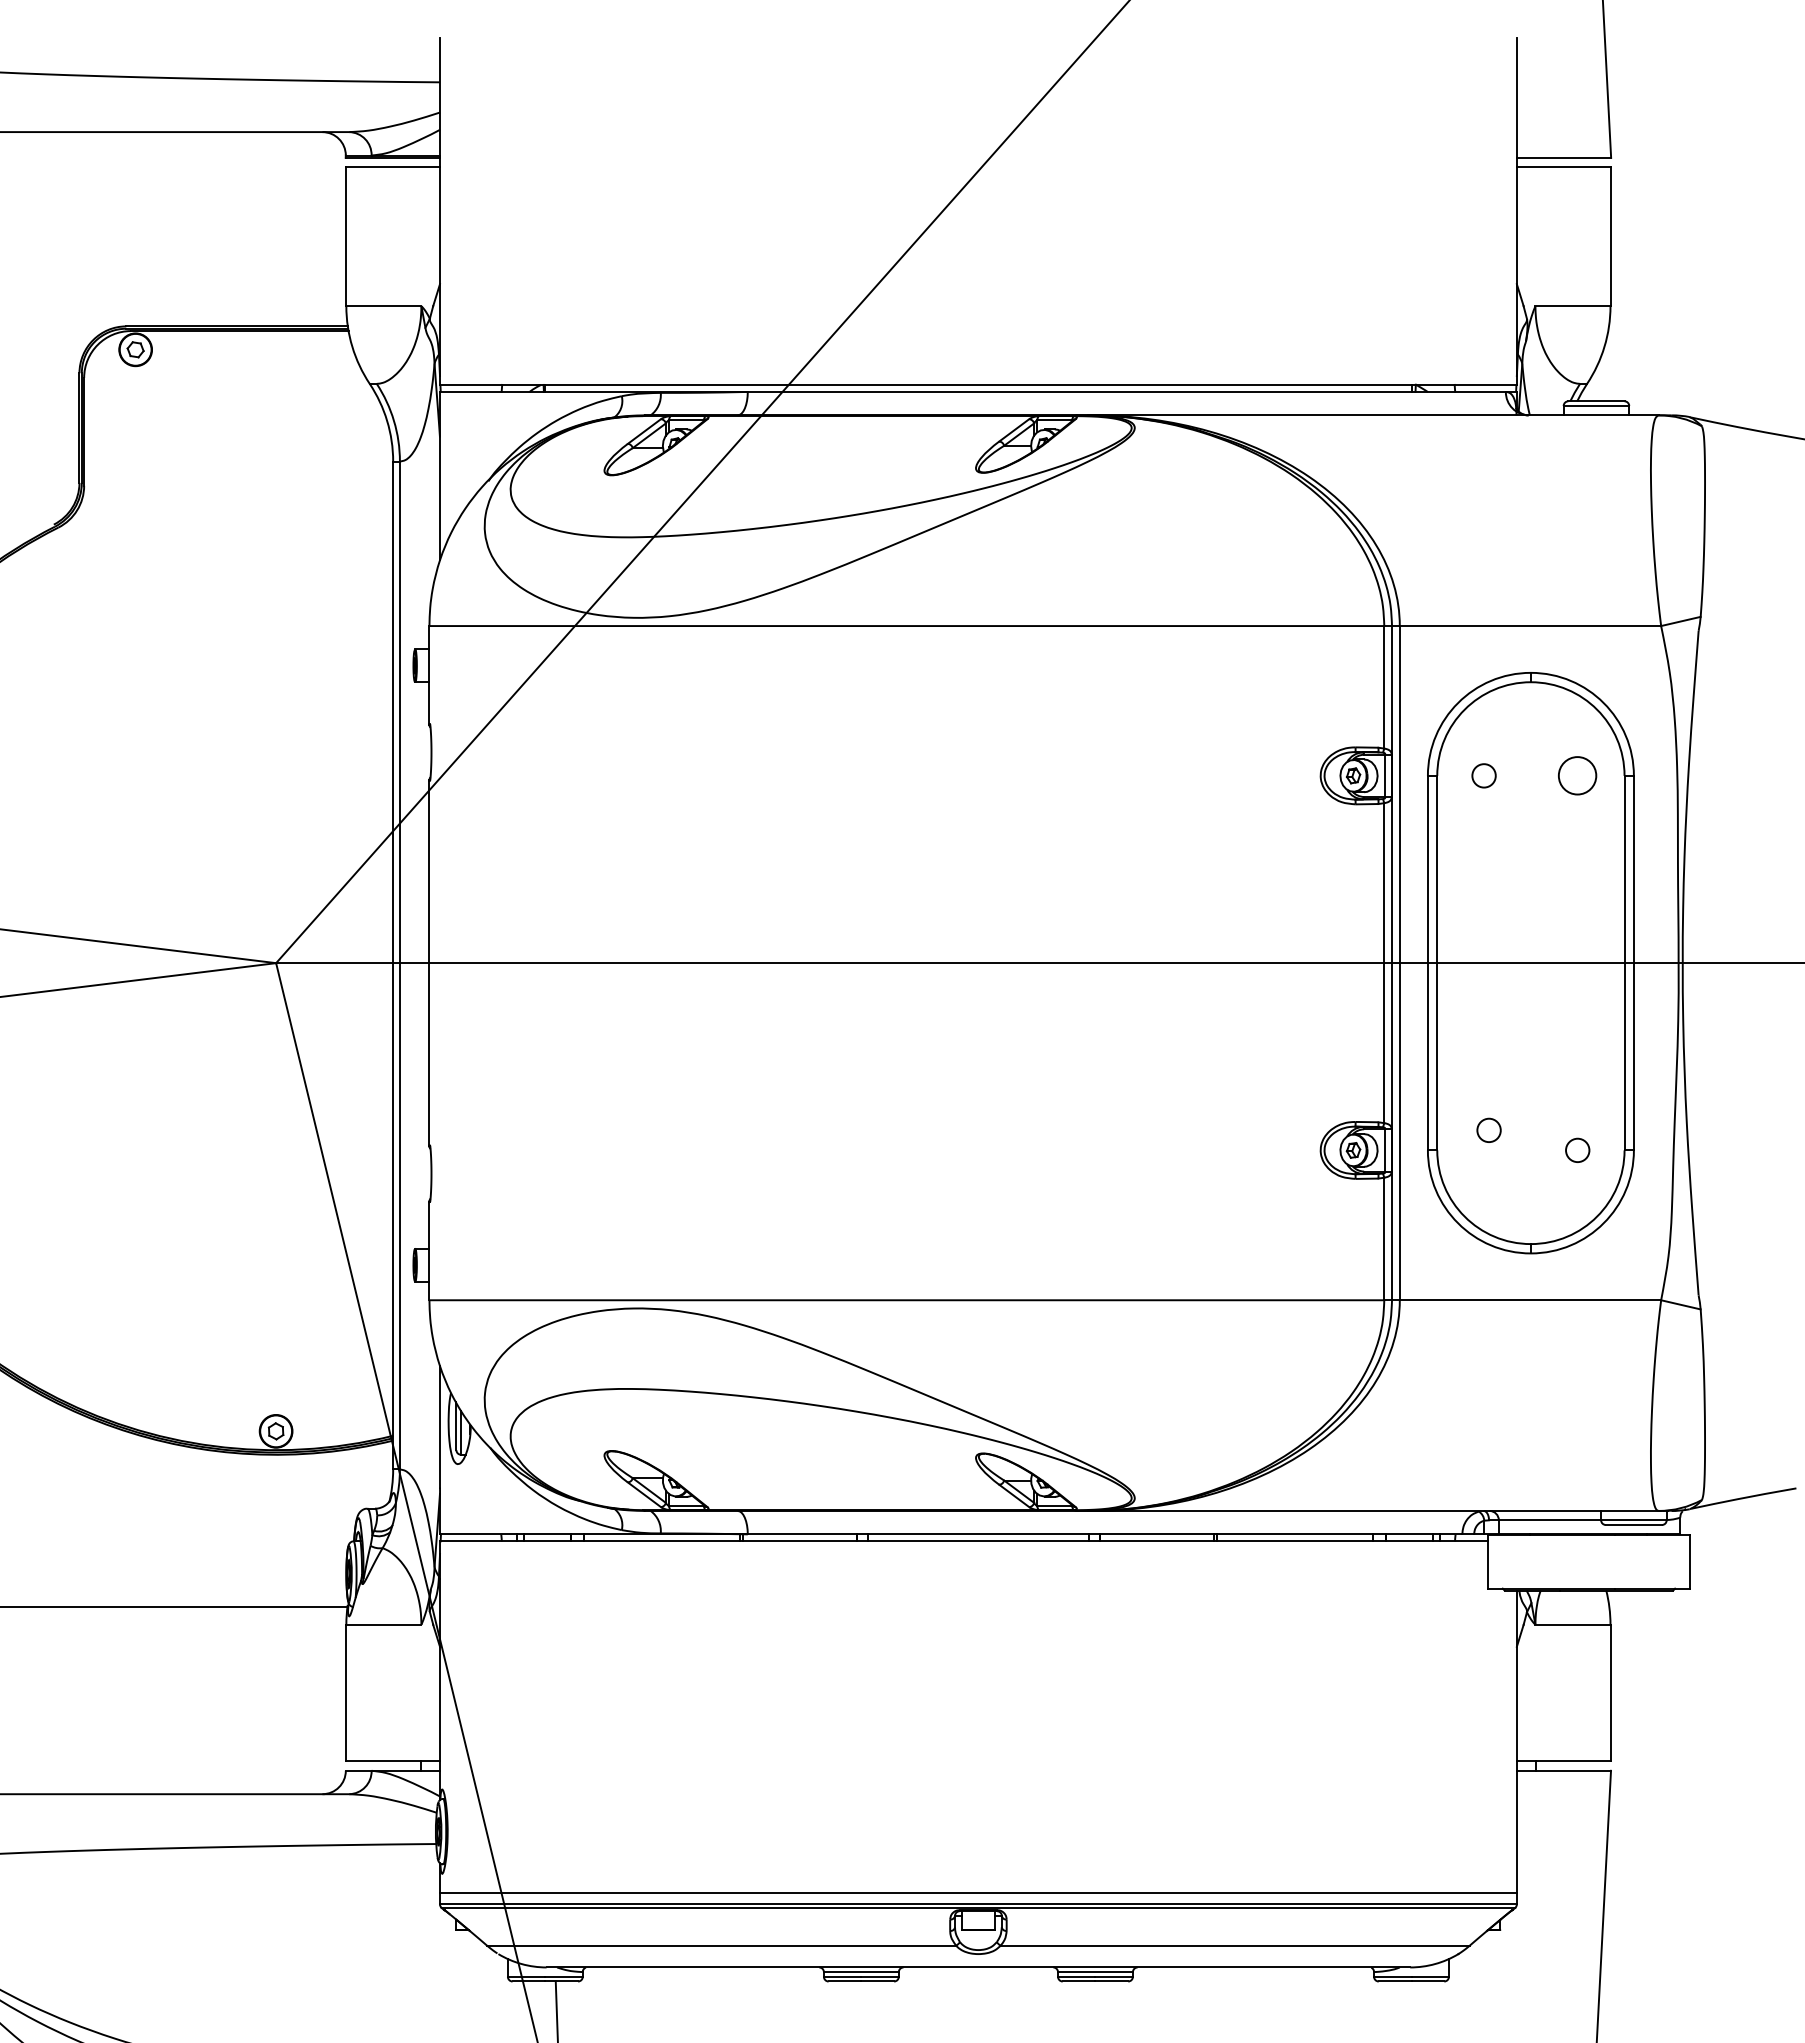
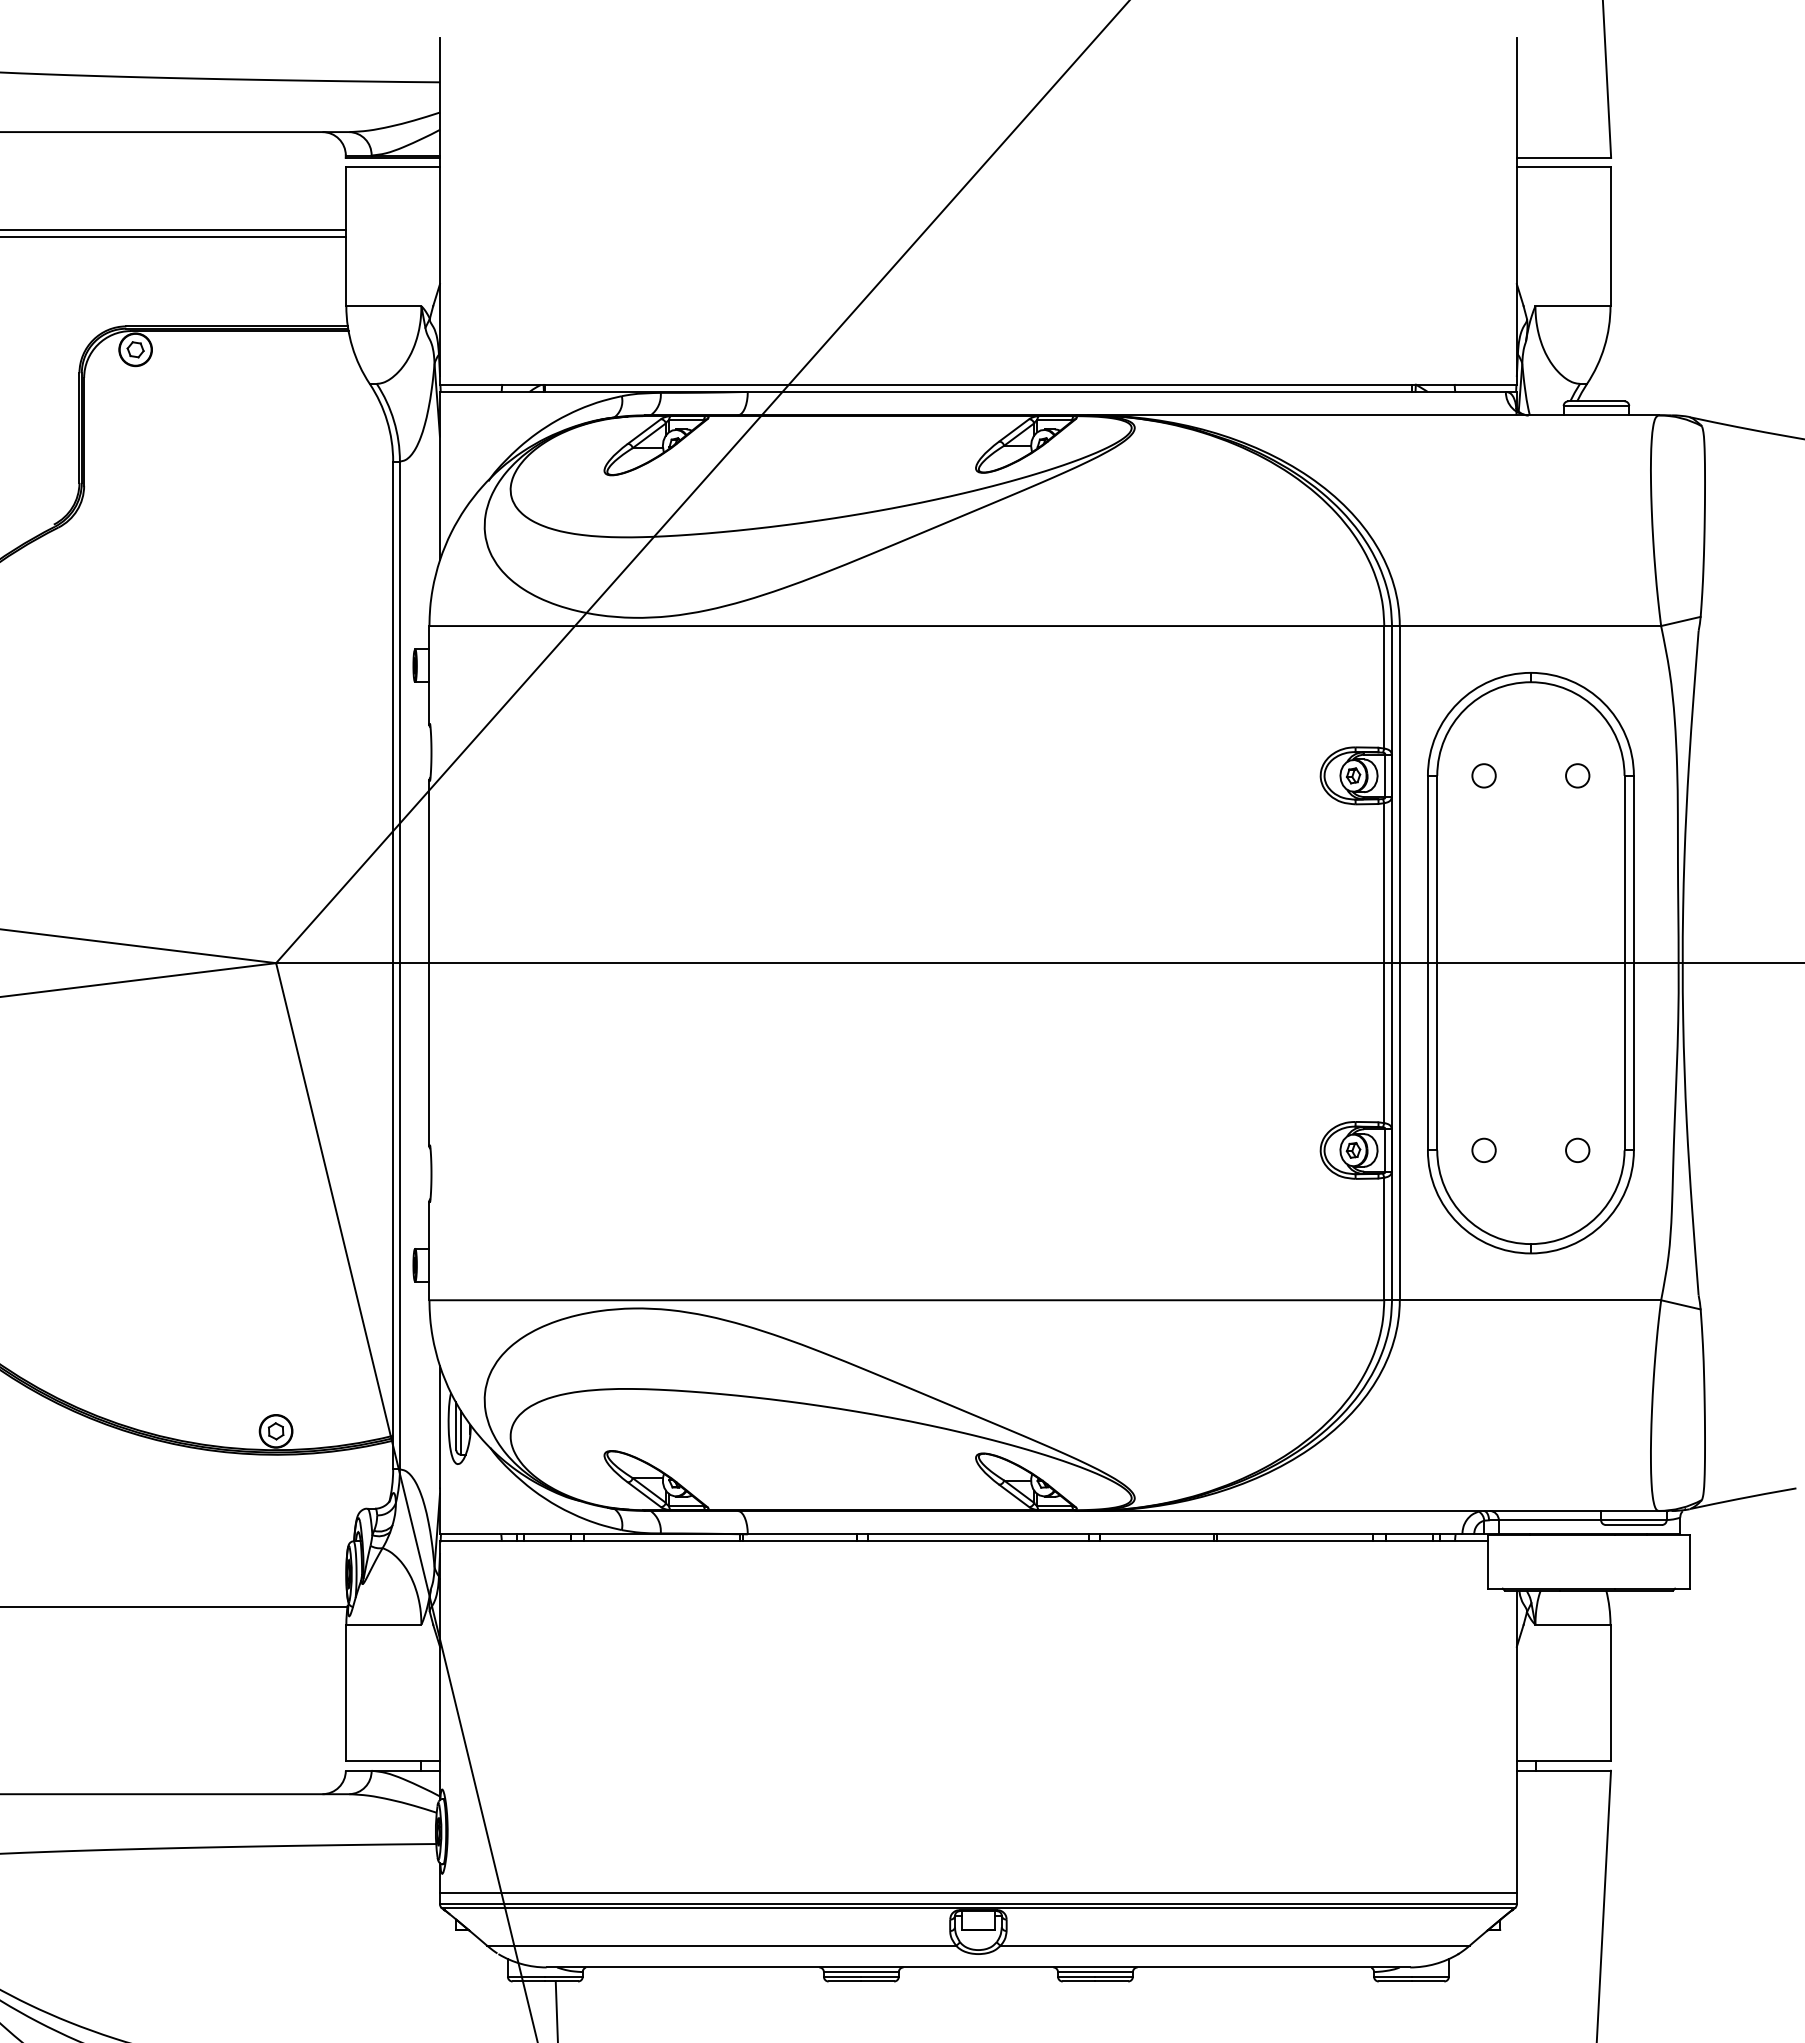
line at (174, 230): none -> present
line at (174, 237): none -> present
circle at (1577, 775) size: 40x40 px -> 26x26 px
circle at (1488, 1129) position: (1488, 1129) -> (1483, 1149)
